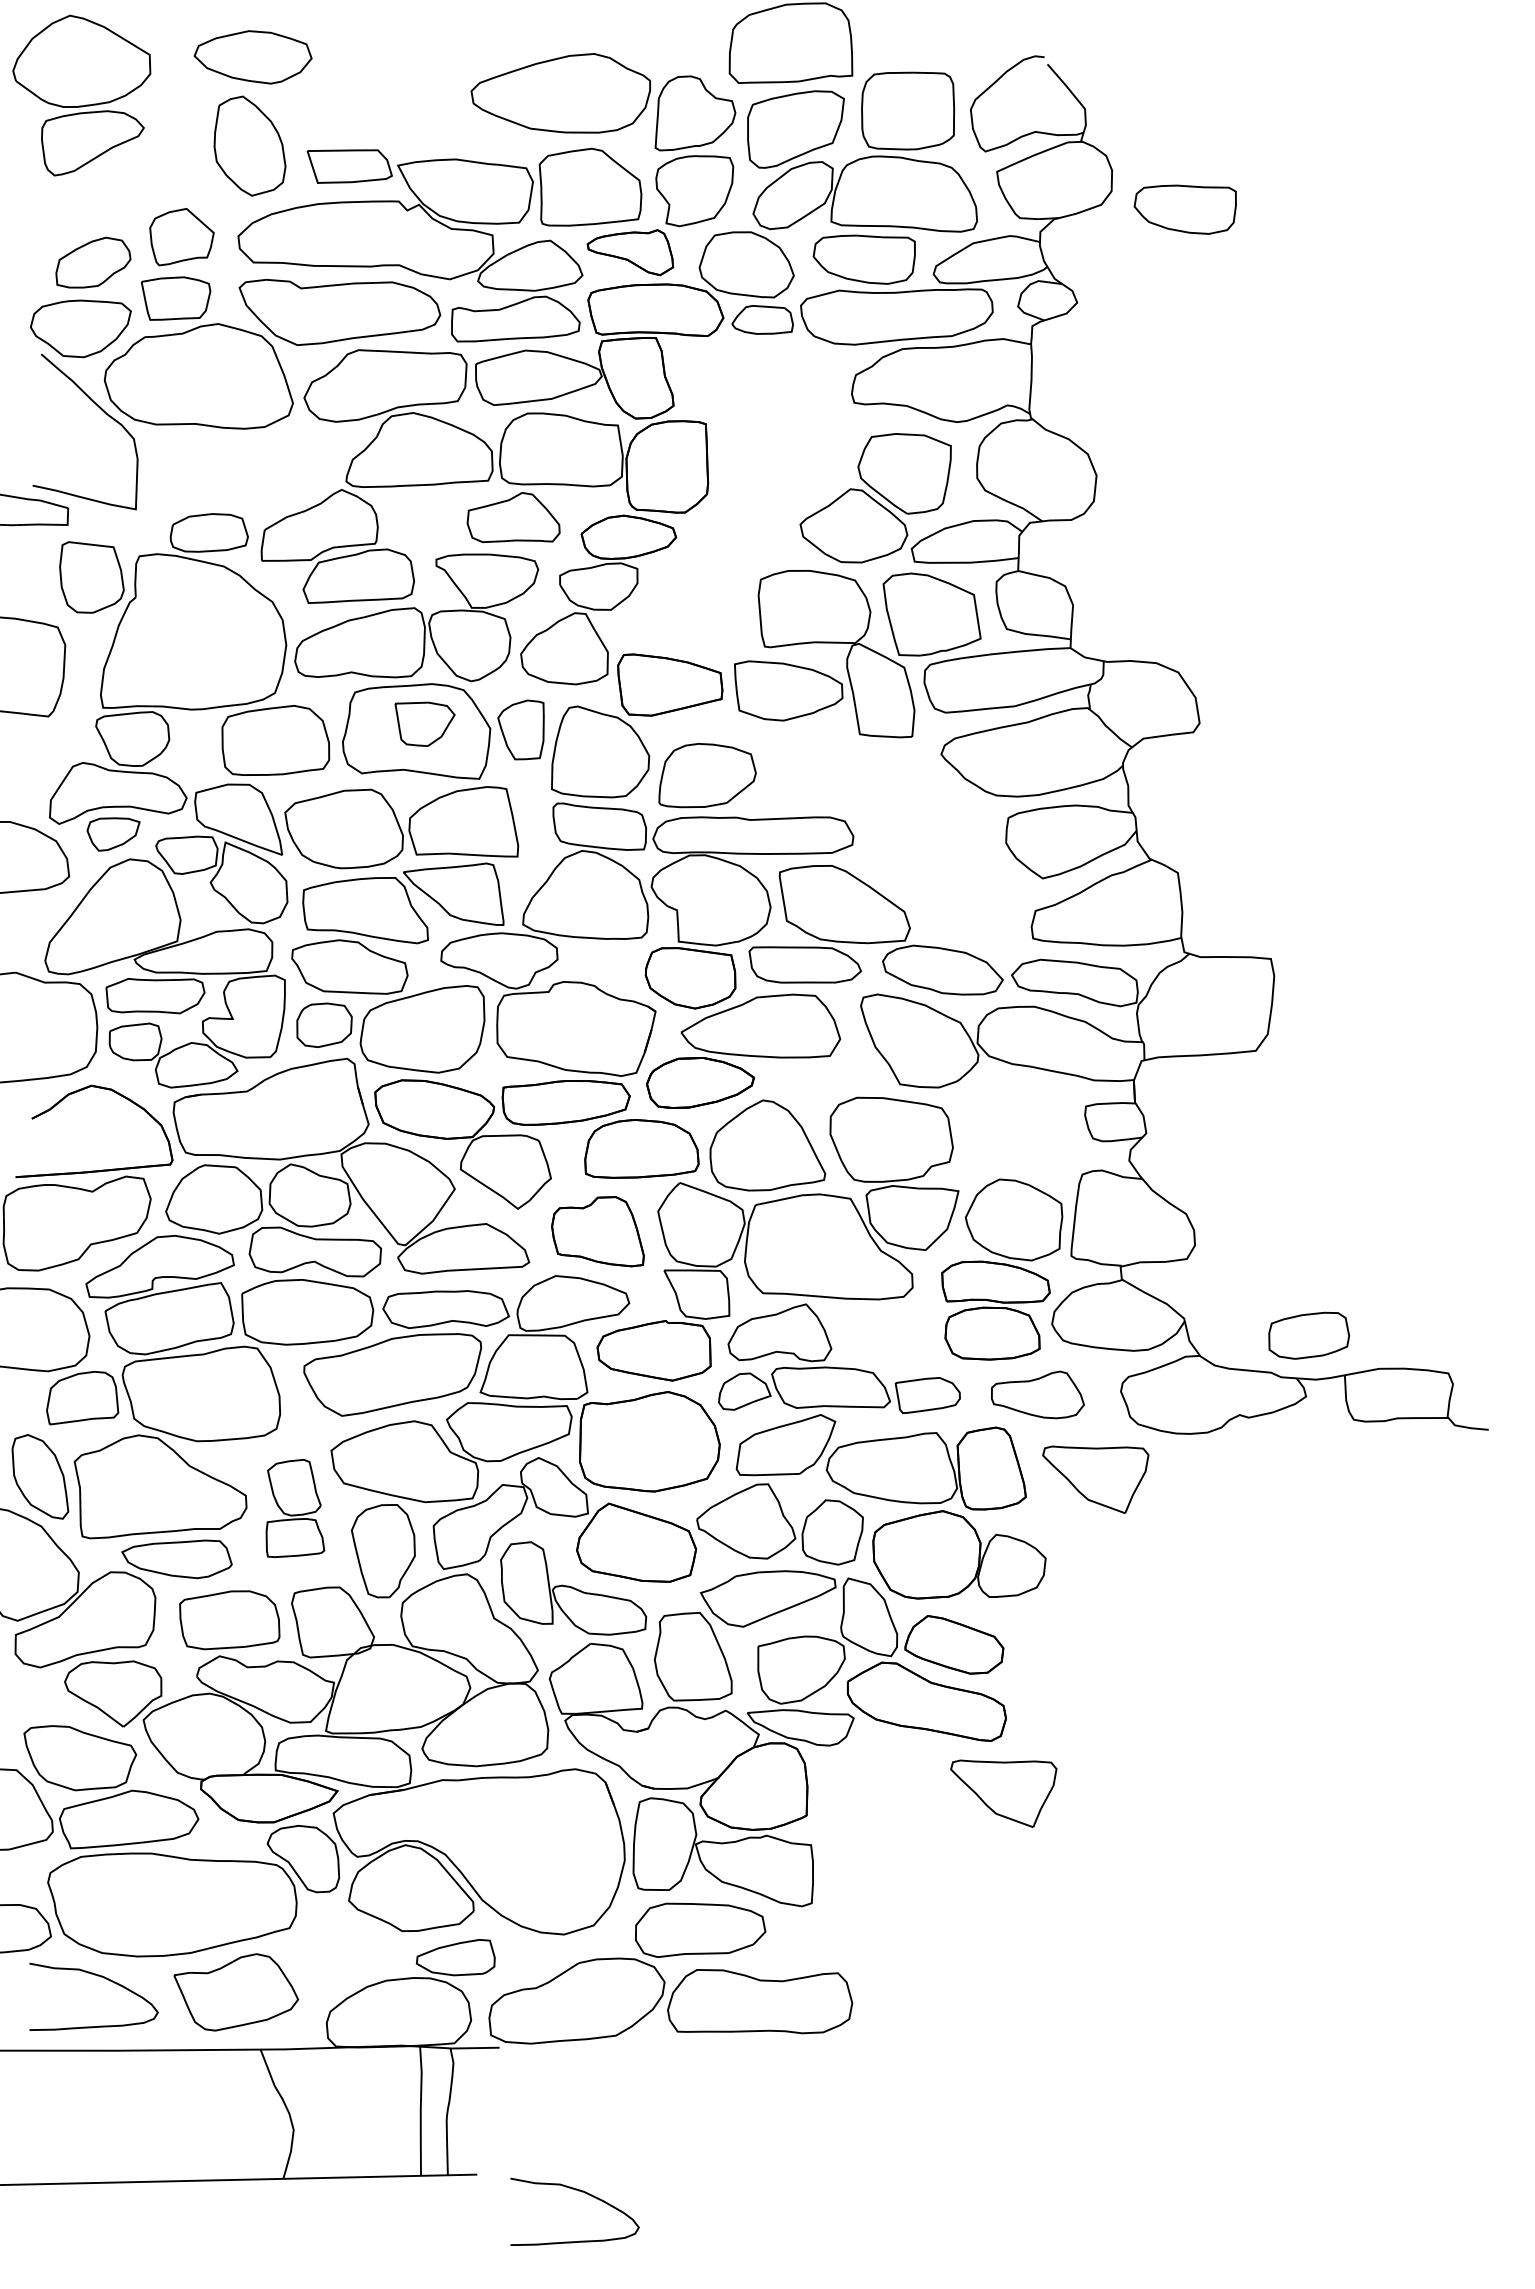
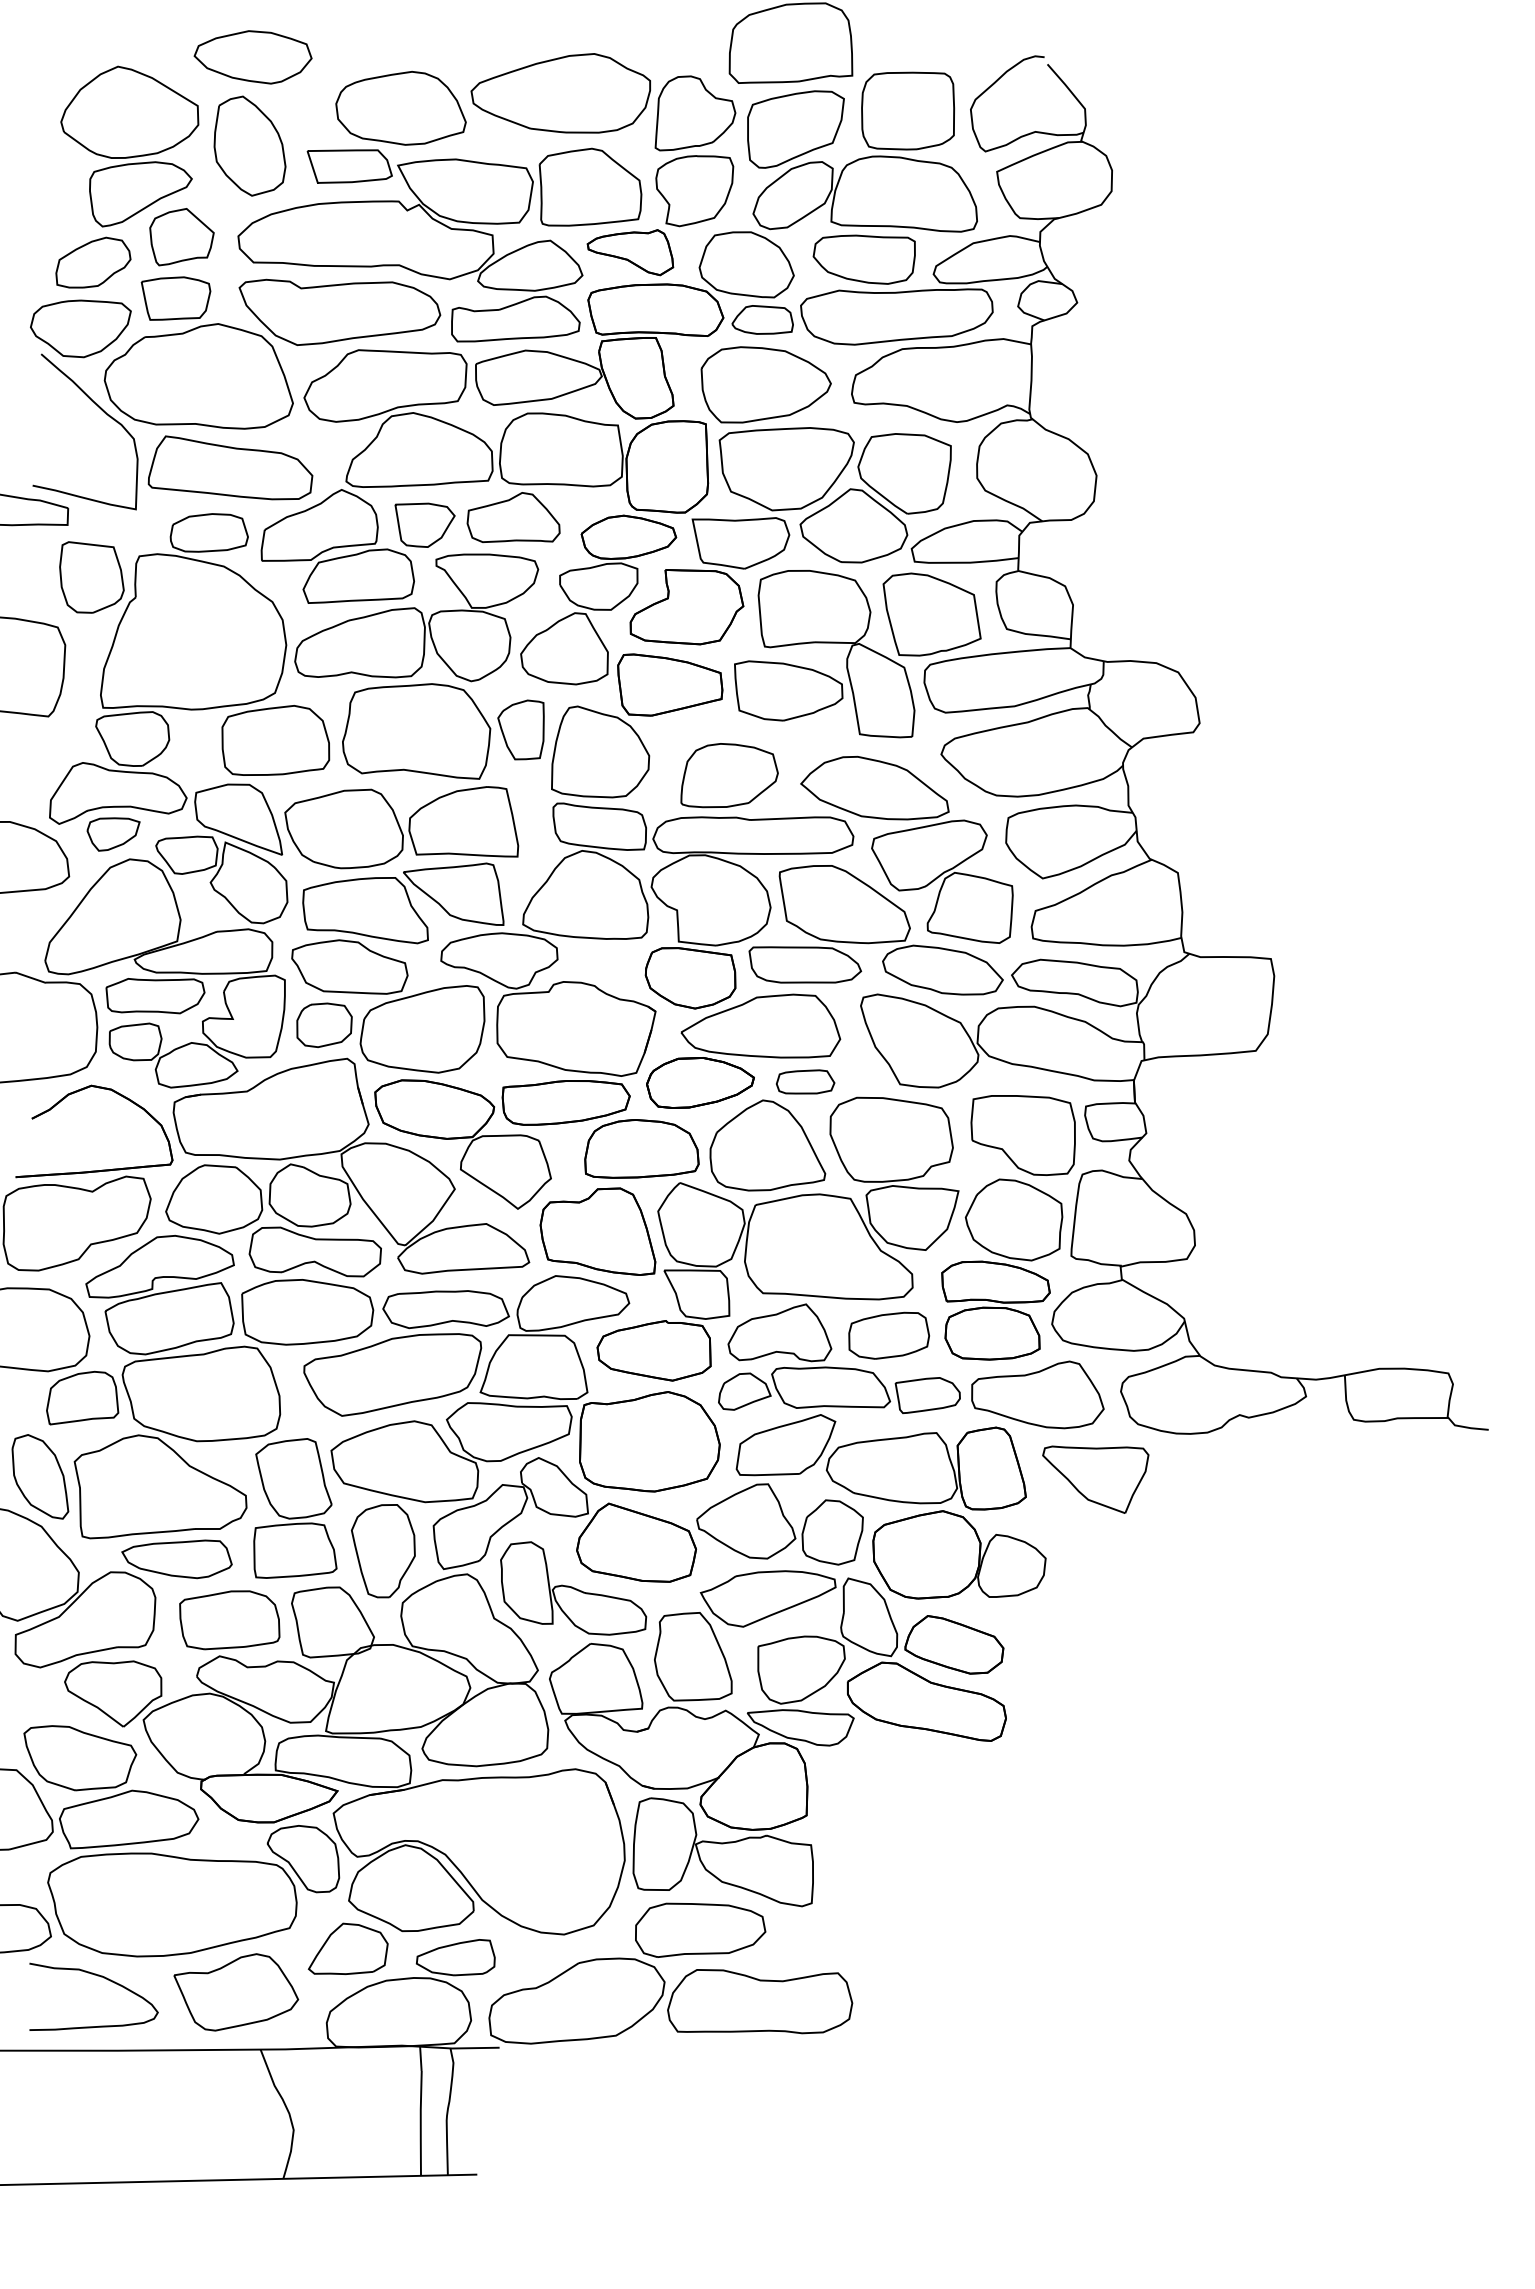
part at (81, 95) position: (81, 95) -> (129, 146)
part at (400, 108): none -> present
part at (1184, 209): present -> none
part at (230, 467): none -> present
part at (741, 495): none -> present
part at (424, 723) position: (424, 723) -> (424, 524)
part at (707, 775) position: (707, 775) -> (729, 775)
part at (906, 849): none -> present
part at (805, 1081): none -> present
part at (1022, 1135): none -> present
part at (597, 1231) size: 94x72 px -> 118x89 px
part at (1308, 1335) position: (1308, 1335) -> (888, 1335)
part at (1037, 1394) size: 94x50 px -> 134x70 px
part at (295, 1507) size: 61x100 px -> 85x141 px
part at (1003, 1793): present -> none
part at (347, 1948): none -> present
curve at (578, 2191): present -> none
